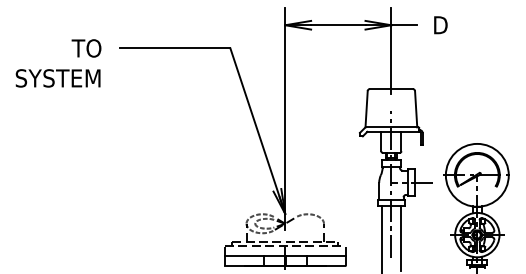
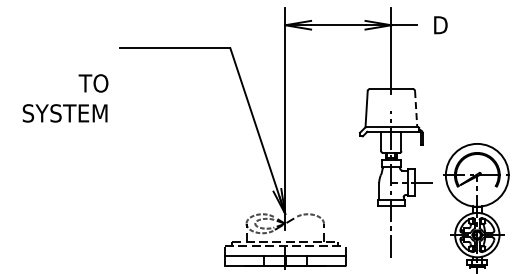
text at (58, 63) position: (58, 63) -> (65, 98)
line at (416, 109): solid -> dashed
line at (381, 238): present -> none
line at (400, 238): present -> none
